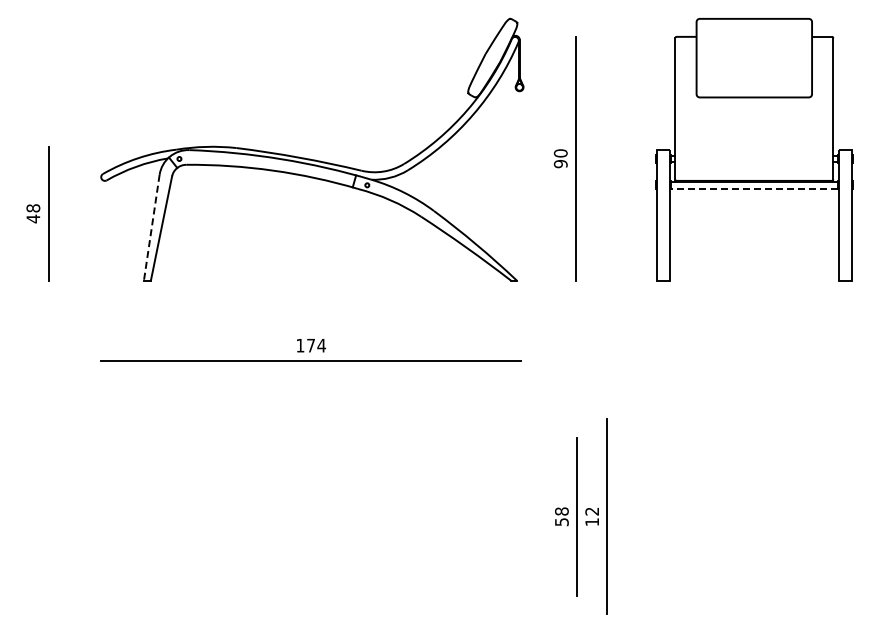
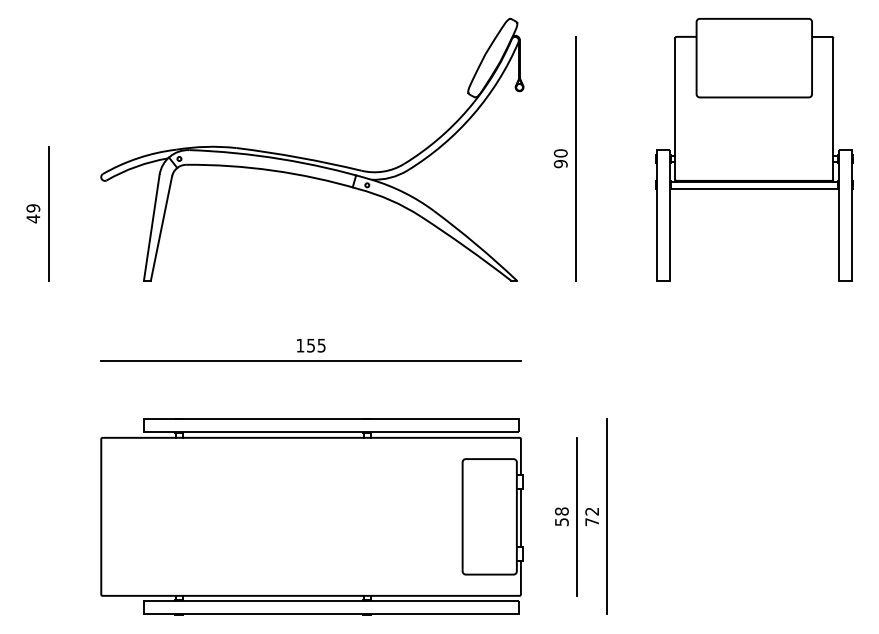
line at (754, 188): dashed -> solid
text at (33, 208): 48 -> 49
line at (151, 228): dashed -> solid
text at (316, 345): 174 -> 155
part at (311, 516): none -> present
text at (591, 522): 12 -> 72
